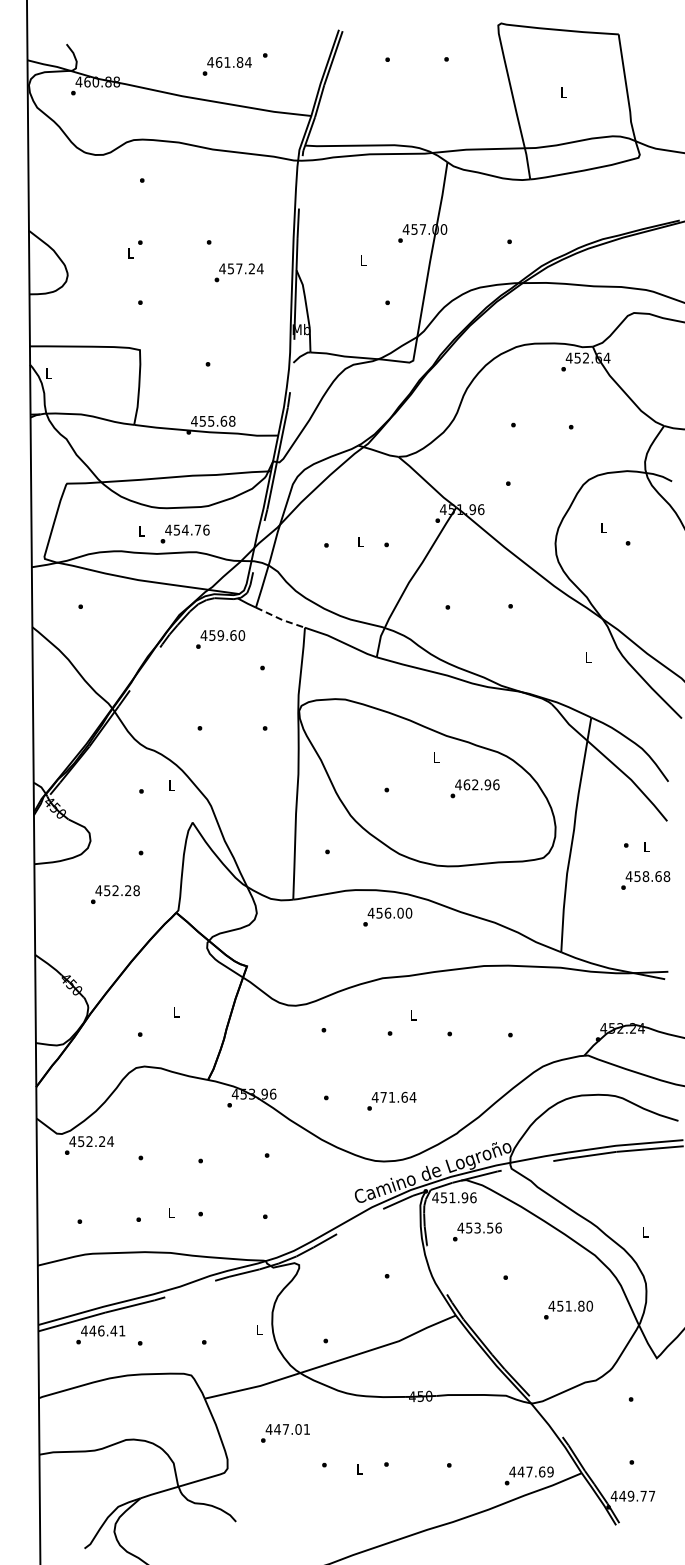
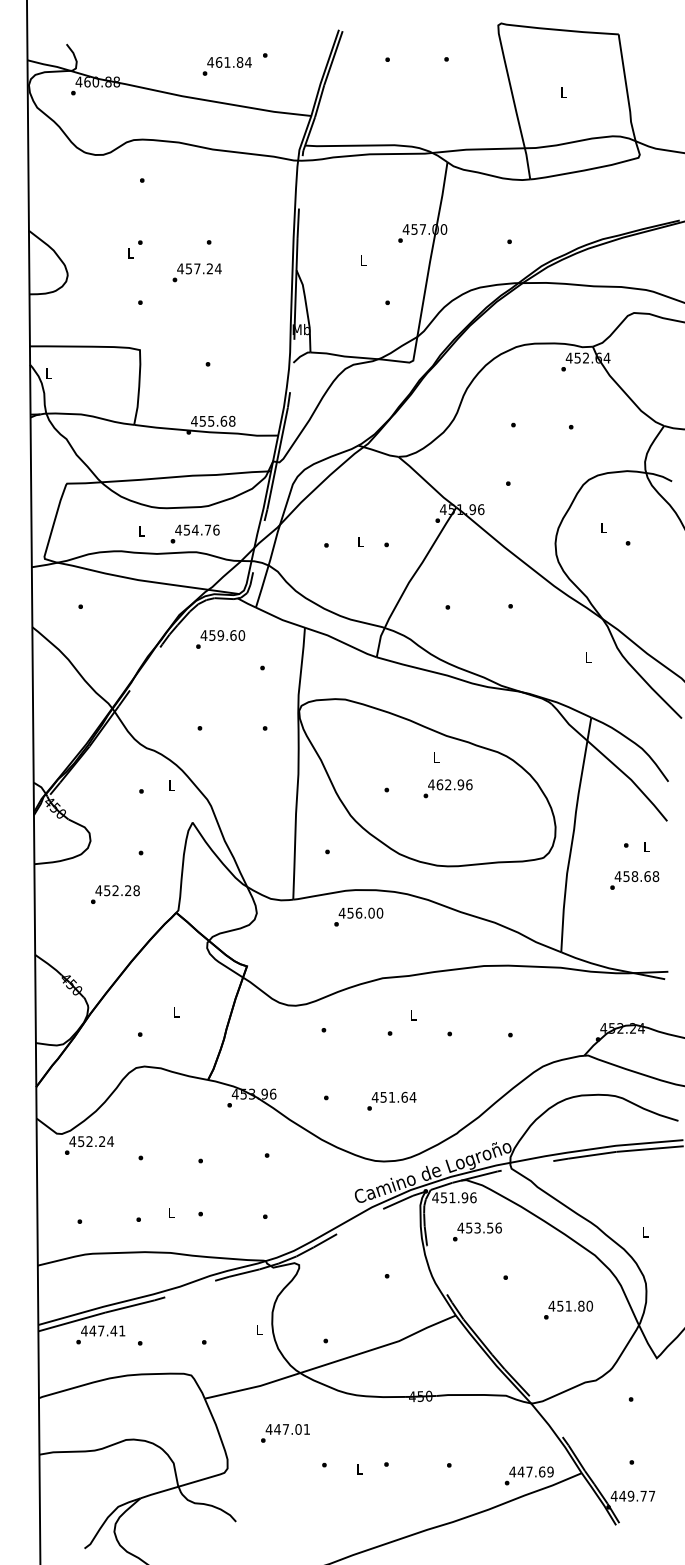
text at (238, 272) position: (238, 272) -> (196, 272)
text at (184, 533) position: (184, 533) -> (194, 533)
line at (280, 619): dashed -> solid
text at (474, 788) position: (474, 788) -> (447, 788)
text at (645, 880) position: (645, 880) -> (634, 880)
text at (387, 916) position: (387, 916) -> (358, 916)
text at (383, 1097): 471.64 -> 451.64
text at (101, 1330): 446.41 -> 447.41
